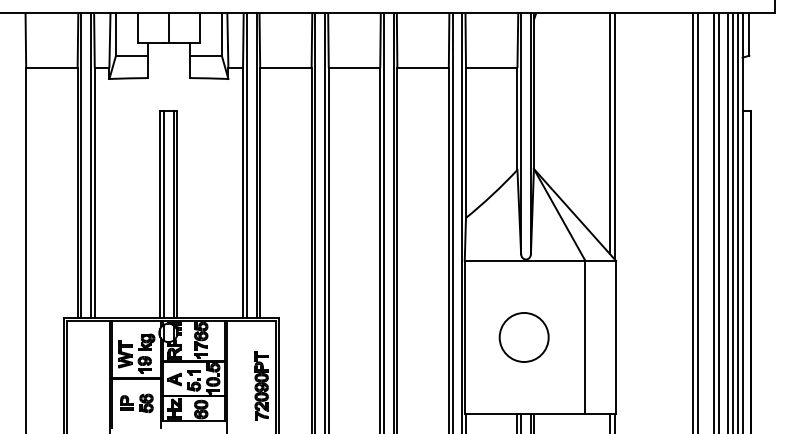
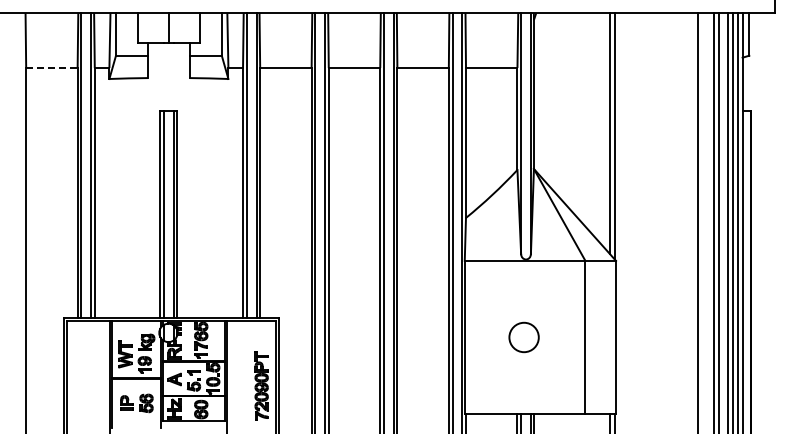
line at (51, 67): solid -> dashed
line at (692, 221): present -> none
circle at (523, 337) size: 52x51 px -> 32x33 px
